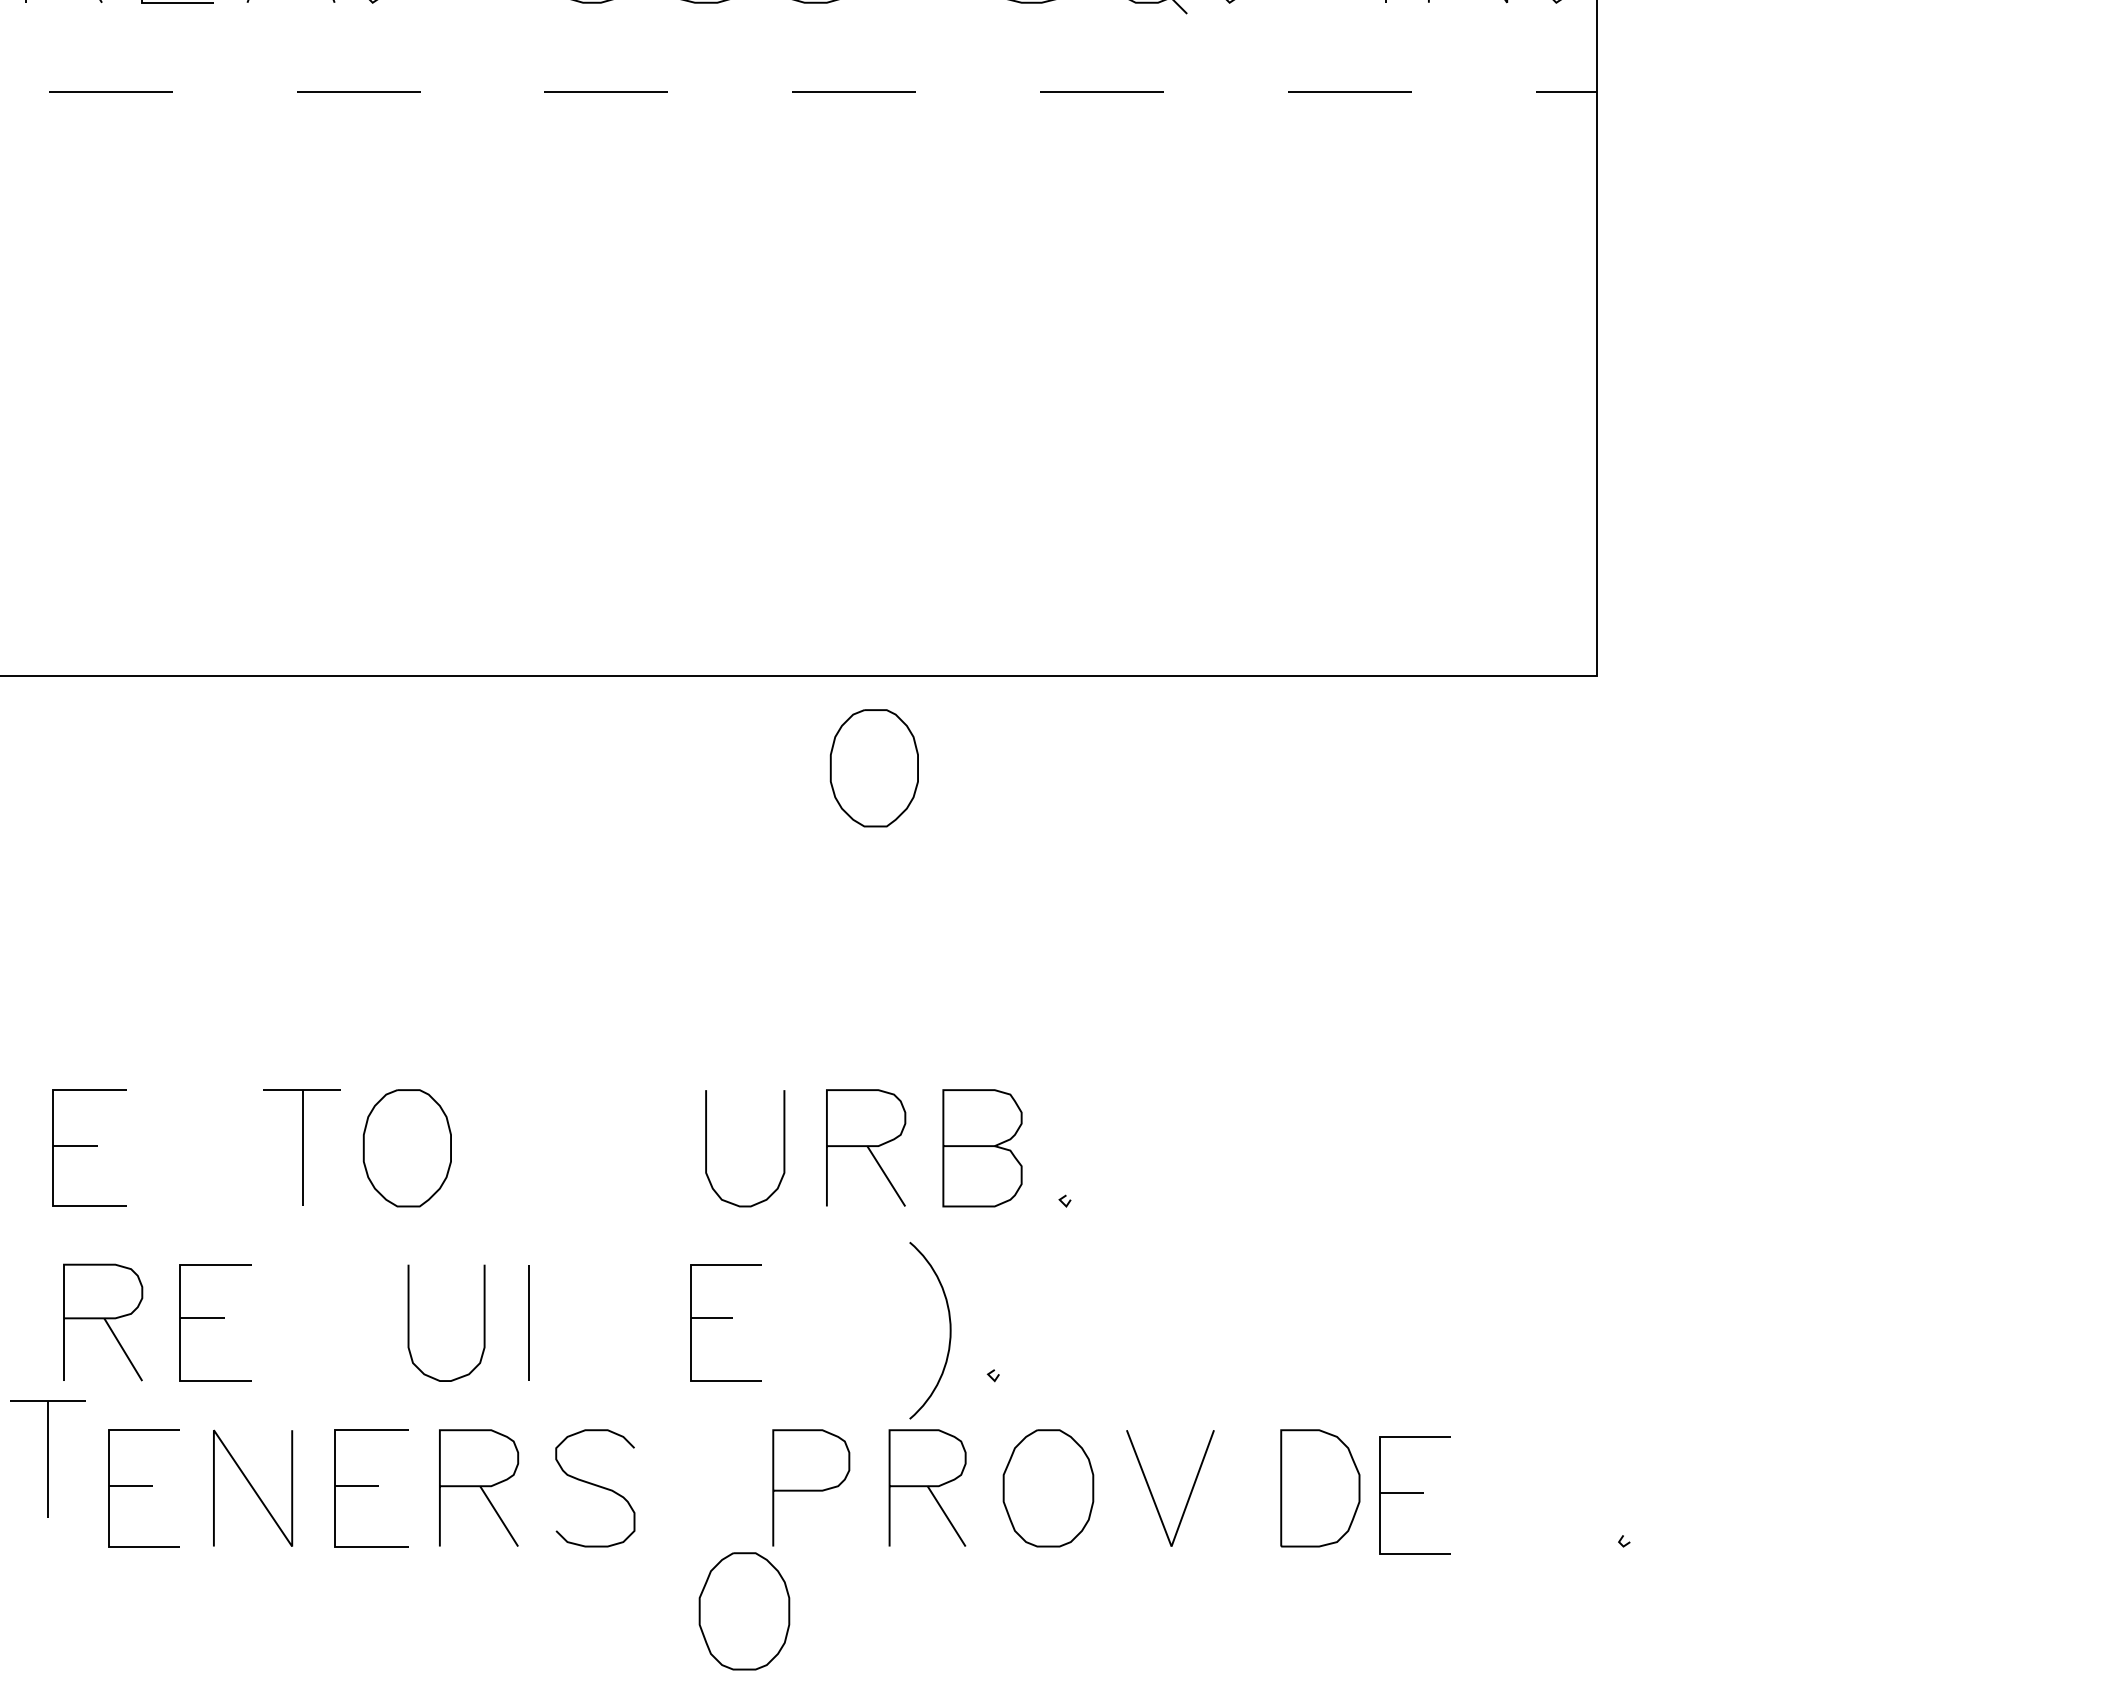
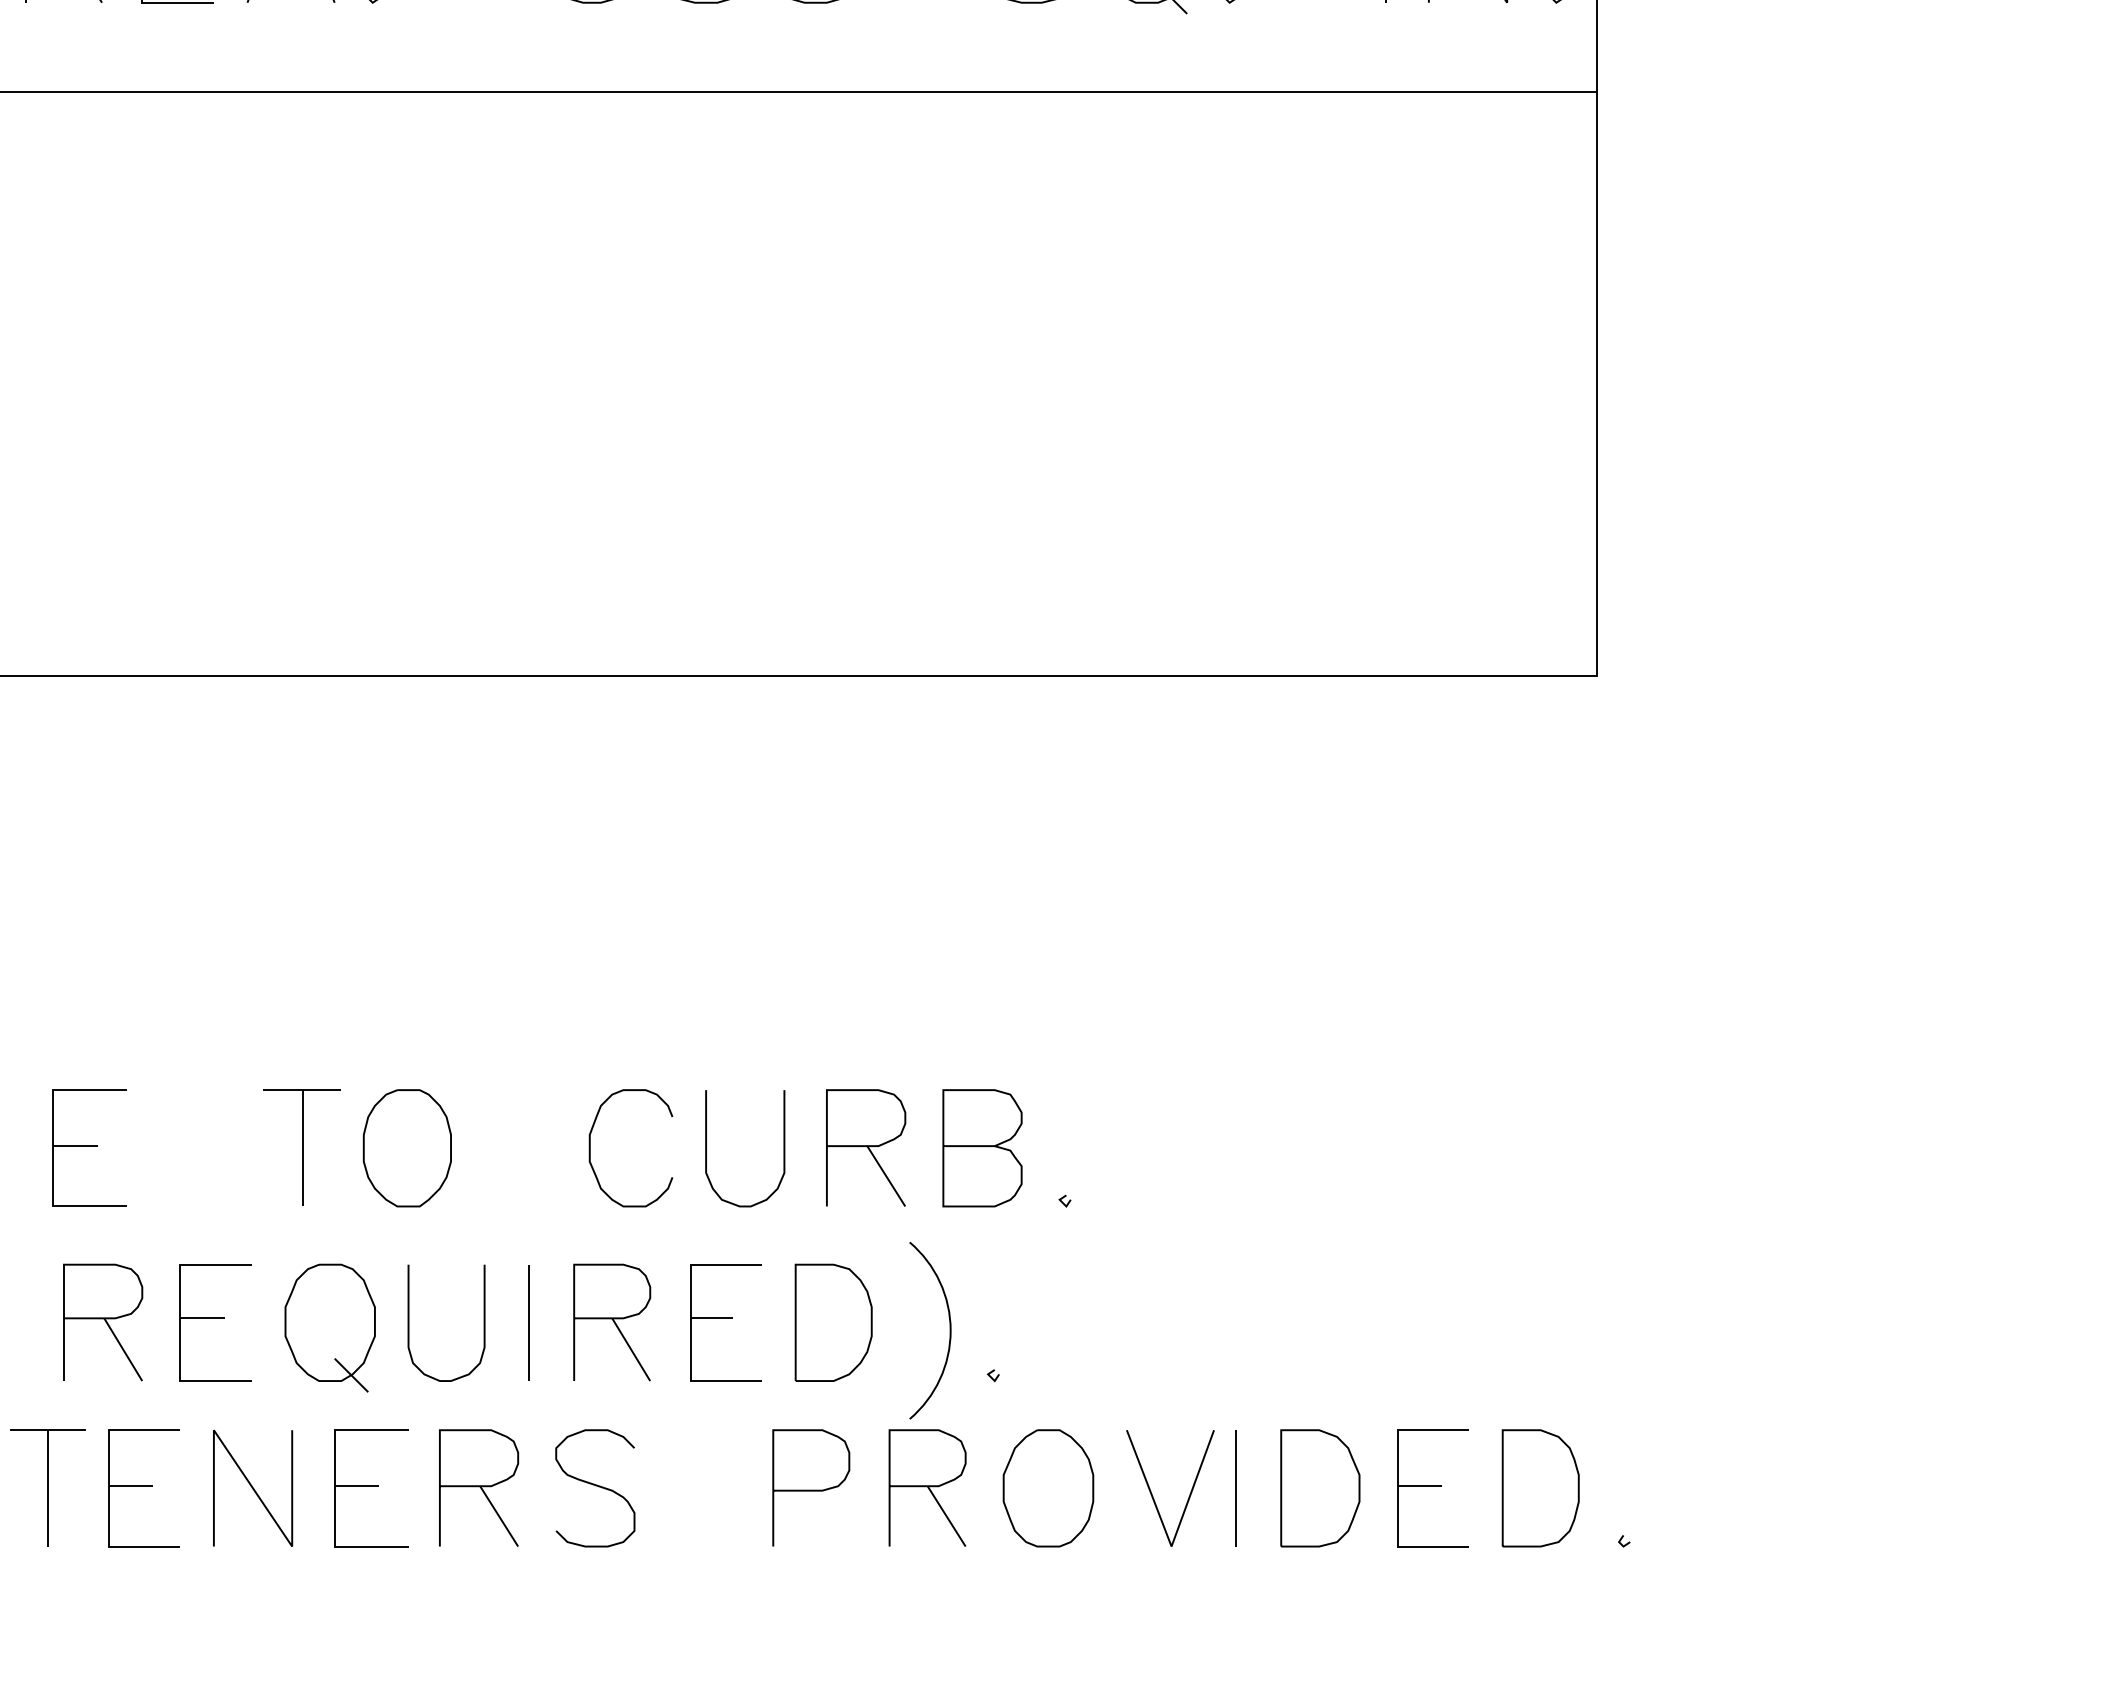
line at (798, 92): dashed -> solid
part at (873, 768): present -> none
curve at (590, 1148): none -> present
part at (612, 1322): none -> present
part at (833, 1322): none -> present
part at (329, 1327): none -> present
part at (47, 1458) position: (47, 1458) -> (47, 1487)
line at (1235, 1488): none -> present
part at (1540, 1488): none -> present
part at (1414, 1495) position: (1414, 1495) -> (1432, 1488)
part at (744, 1611): present -> none
